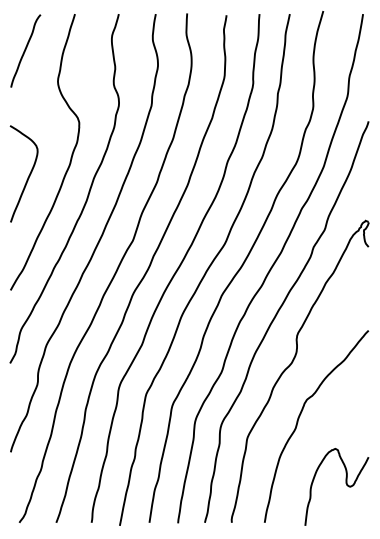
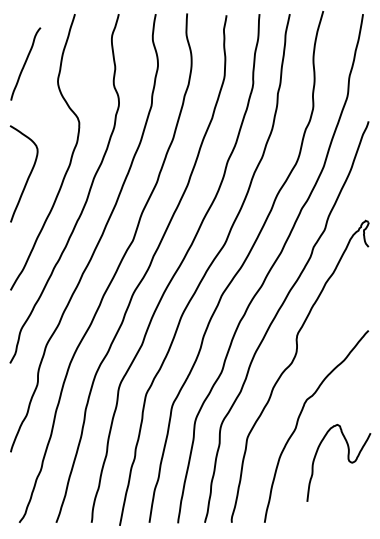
curve at (25, 50) position: (25, 50) -> (25, 63)
curve at (345, 483) position: (345, 483) -> (347, 459)
